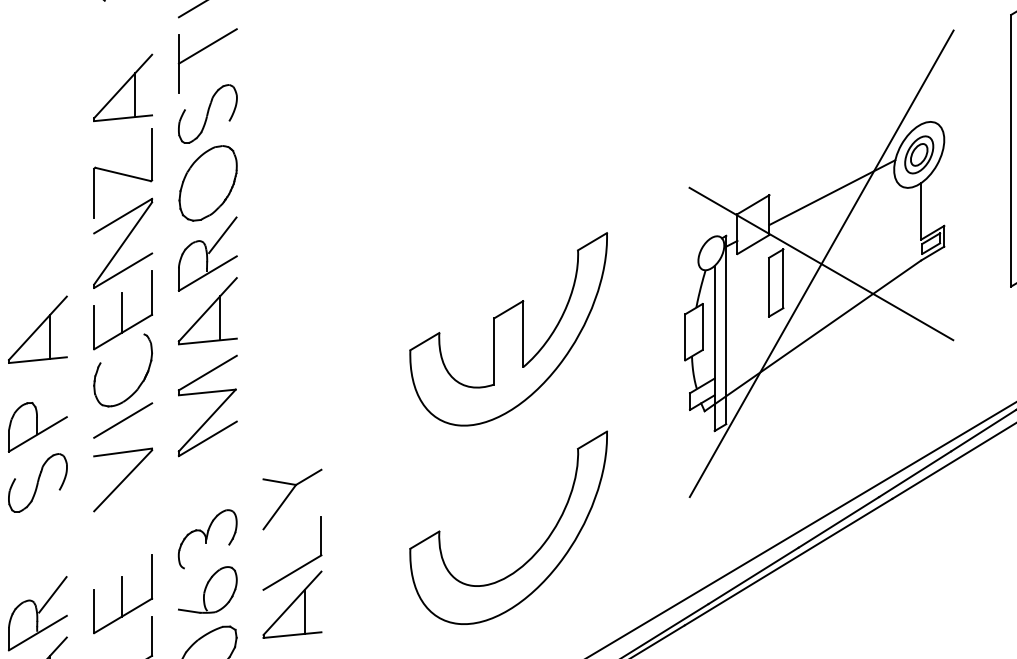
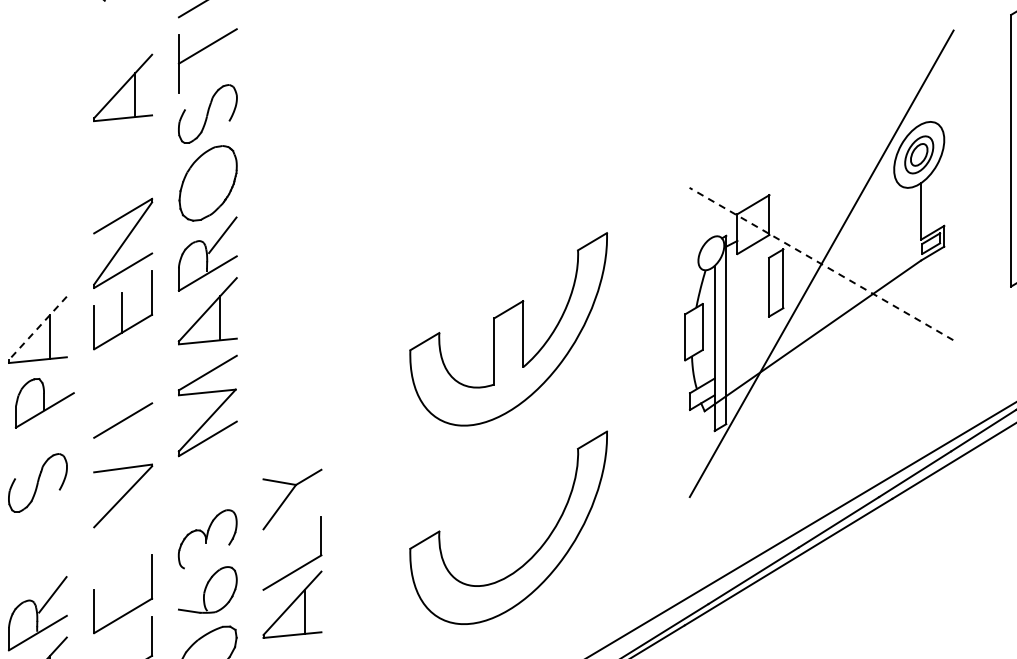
part at (123, 173): present -> none
line at (832, 192): present -> none
line at (820, 263): solid -> dashed
line at (37, 328): solid -> dashed
part at (141, 381): present -> none
part at (37, 427) position: (37, 427) -> (44, 403)
part at (123, 479) position: (123, 479) -> (123, 495)
line at (121, 596): present -> none
